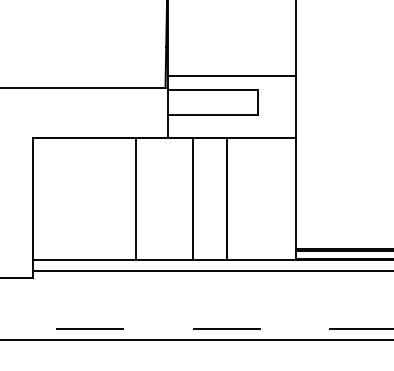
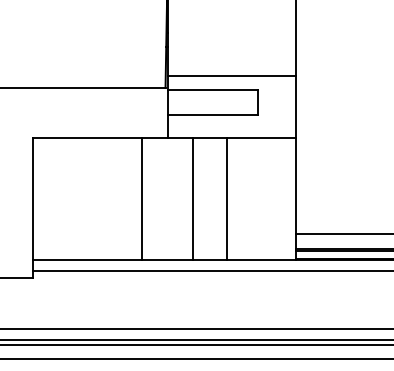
line at (136, 198) position: (136, 198) -> (142, 198)
line at (342, 233): none -> present
line at (197, 328): dashed -> solid
line at (196, 345): none -> present
line at (196, 359): none -> present
